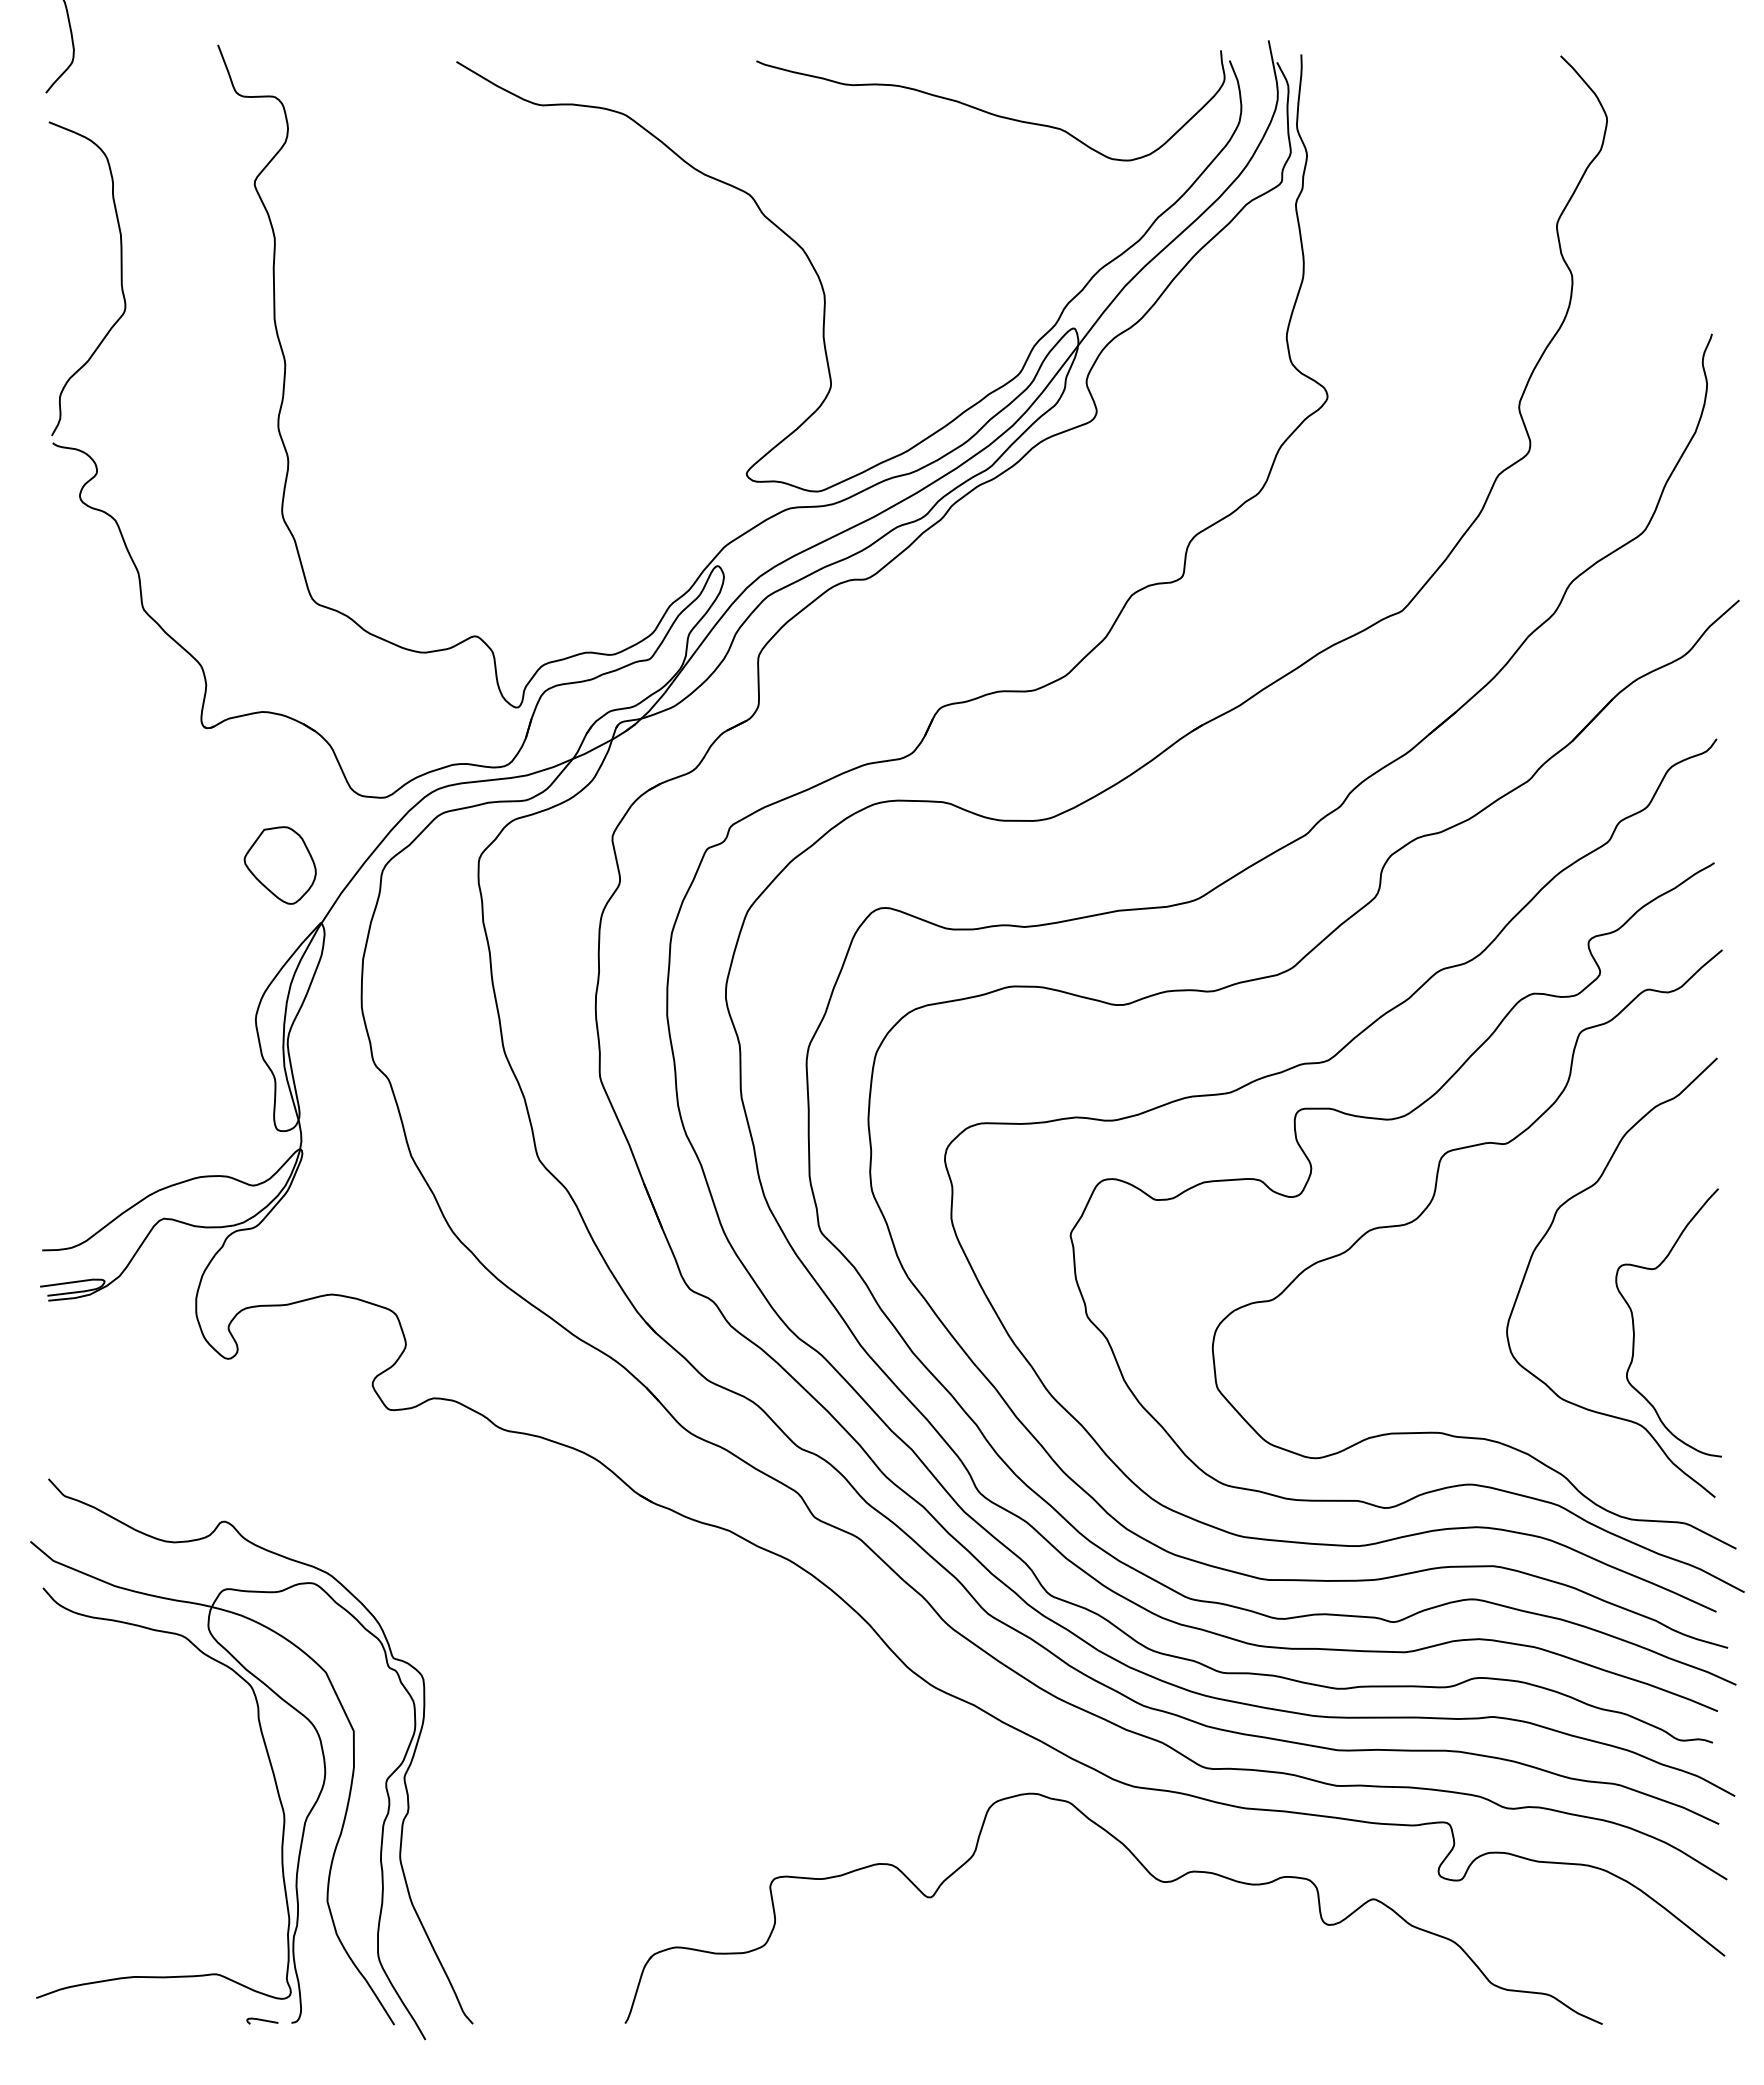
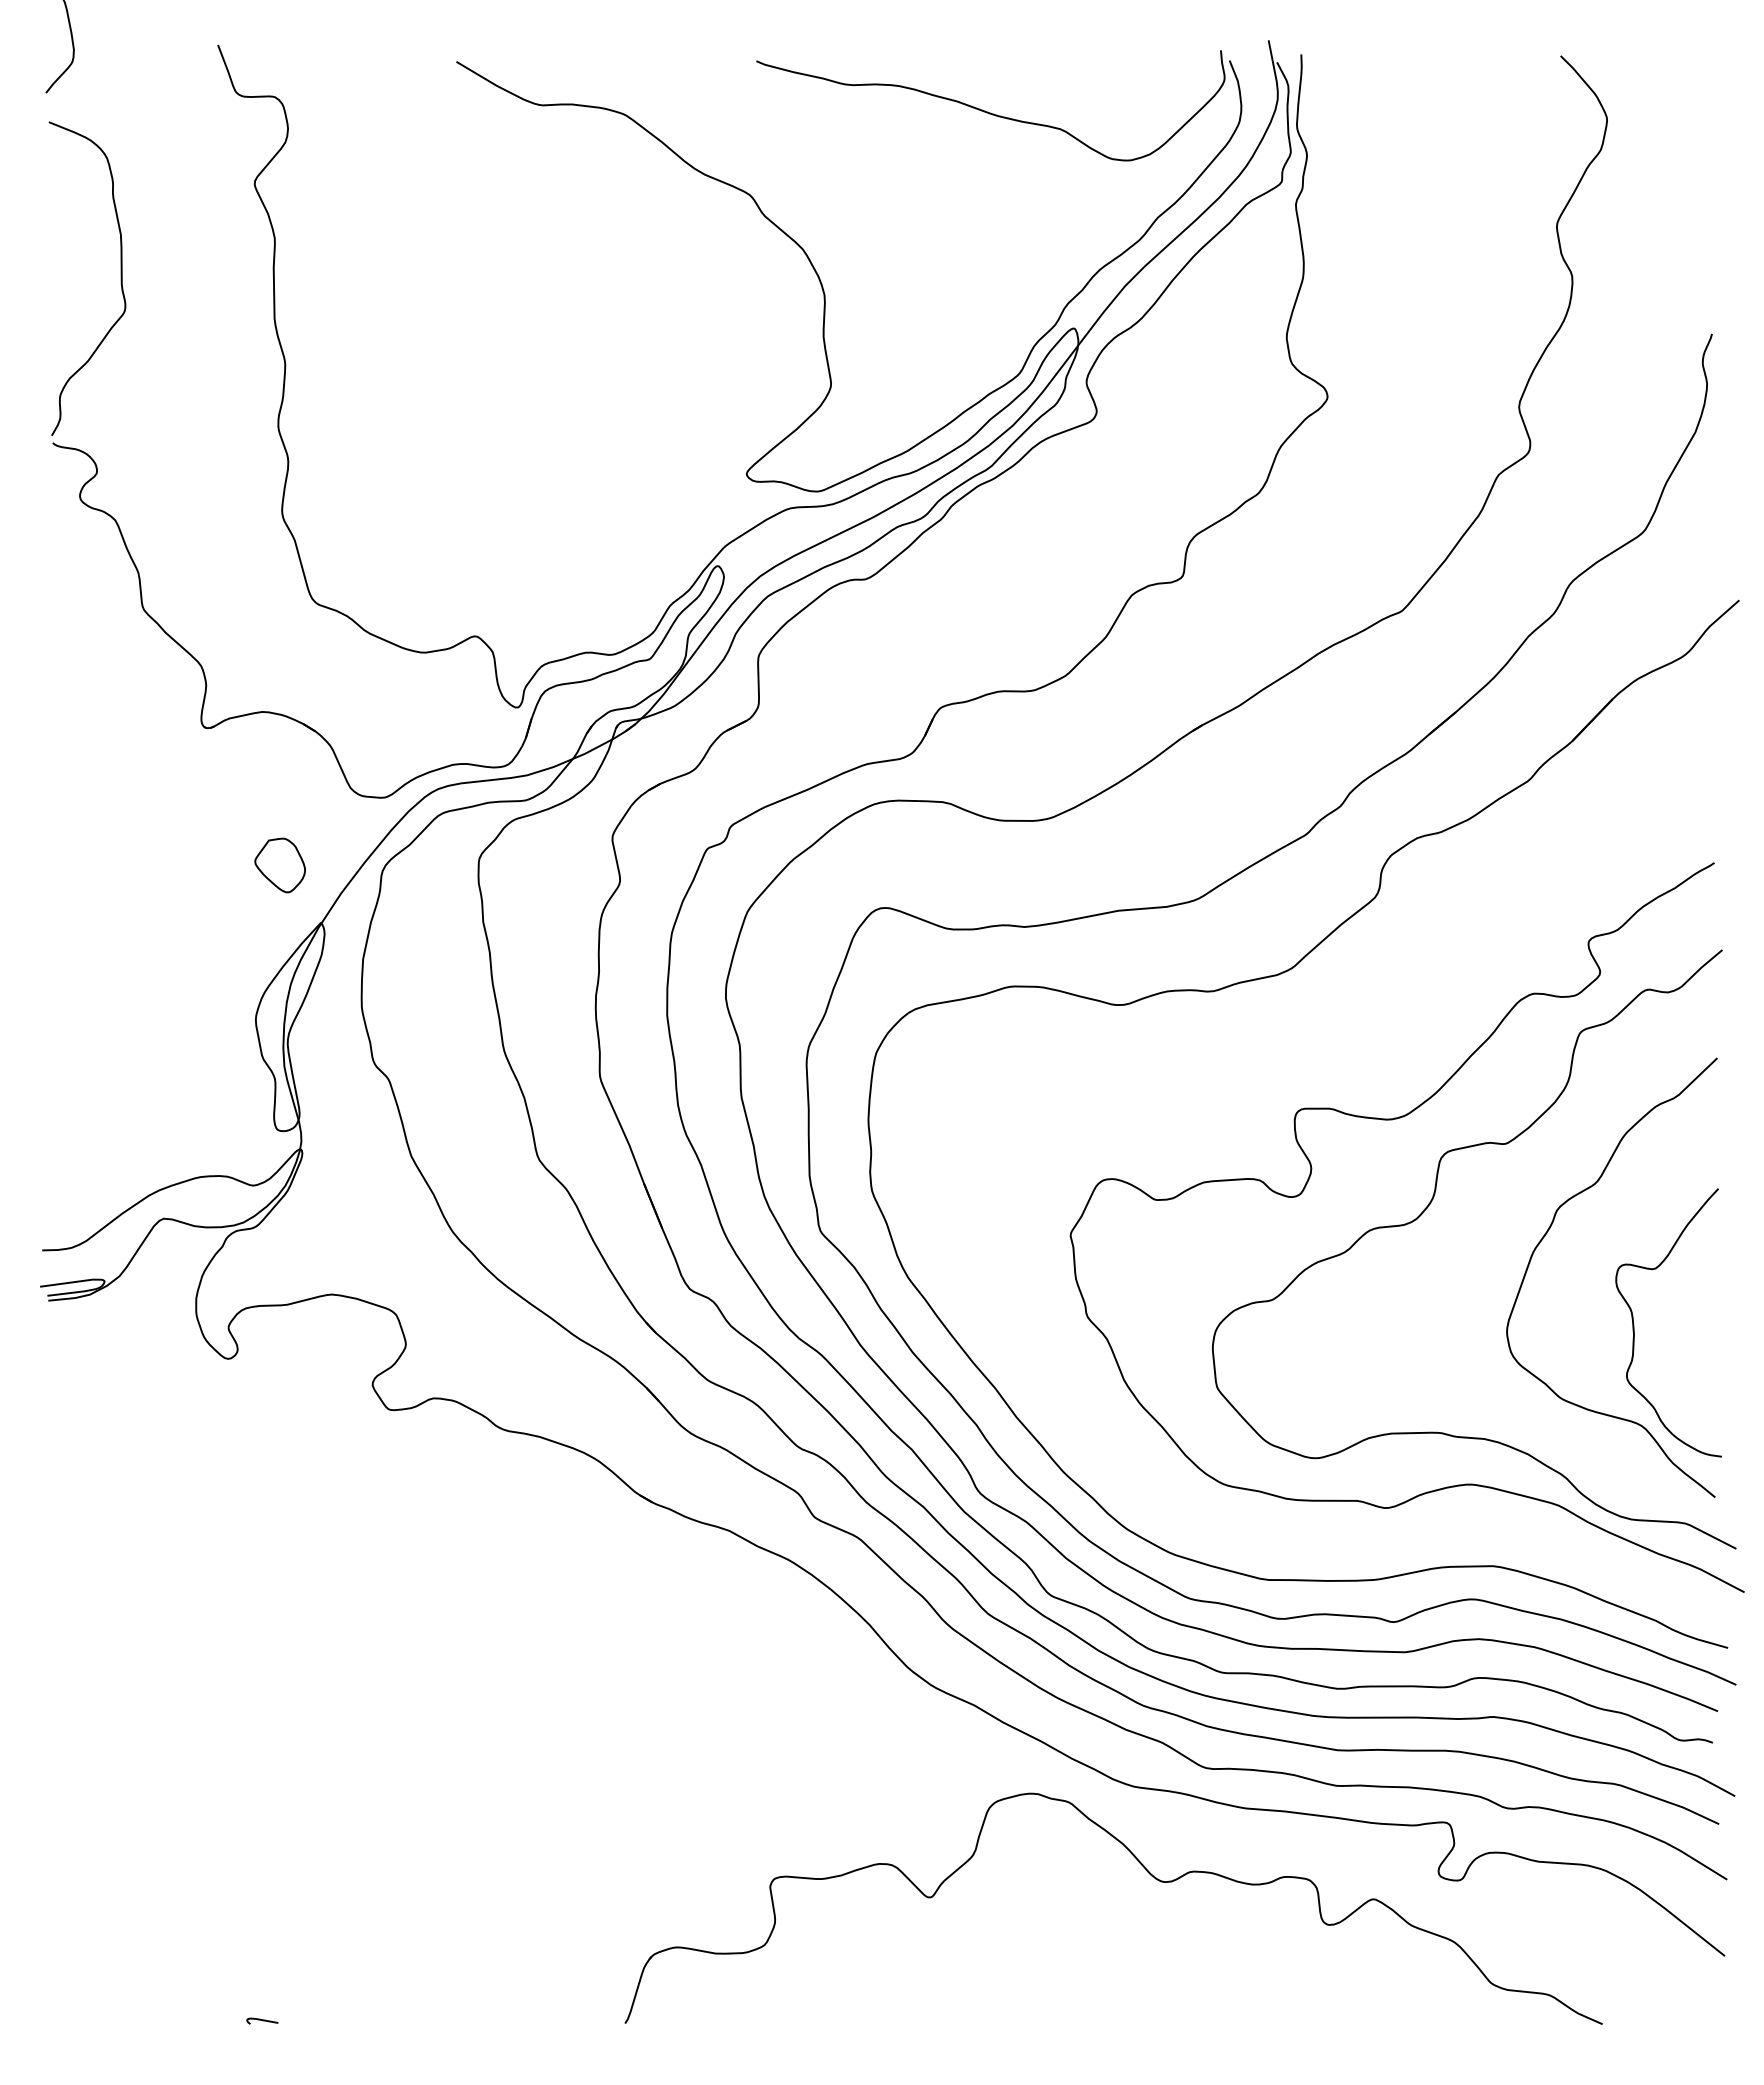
part at (279, 865) size: 74x79 px -> 52x57 px
curve at (1314, 1064): present -> none
part at (266, 1753): present -> none
